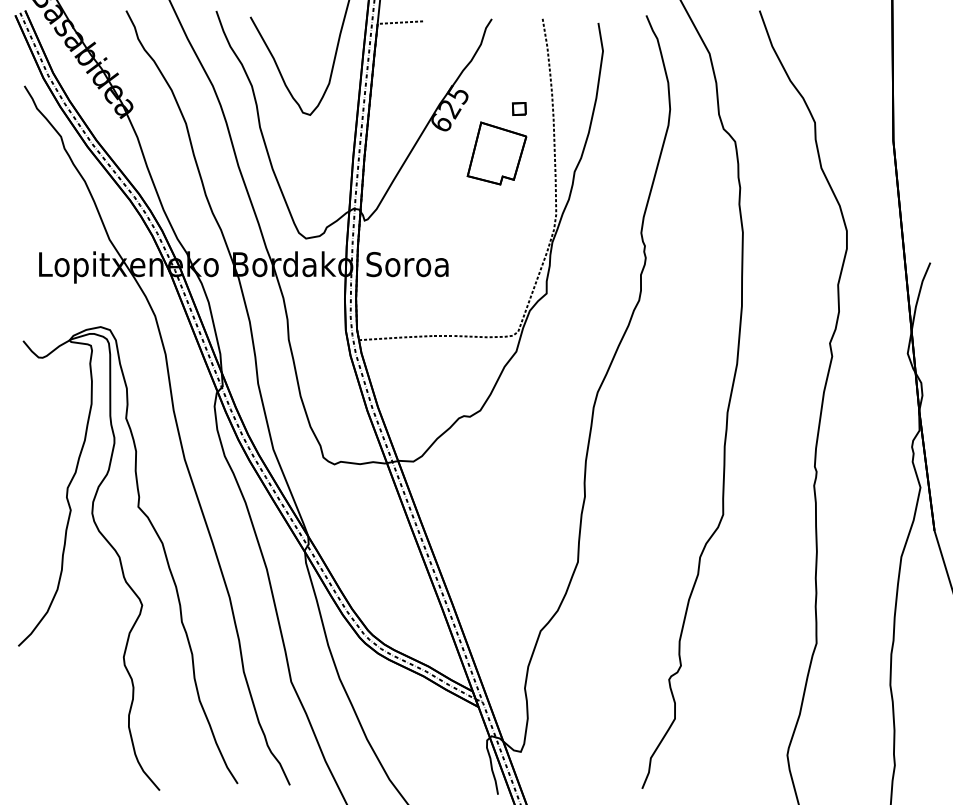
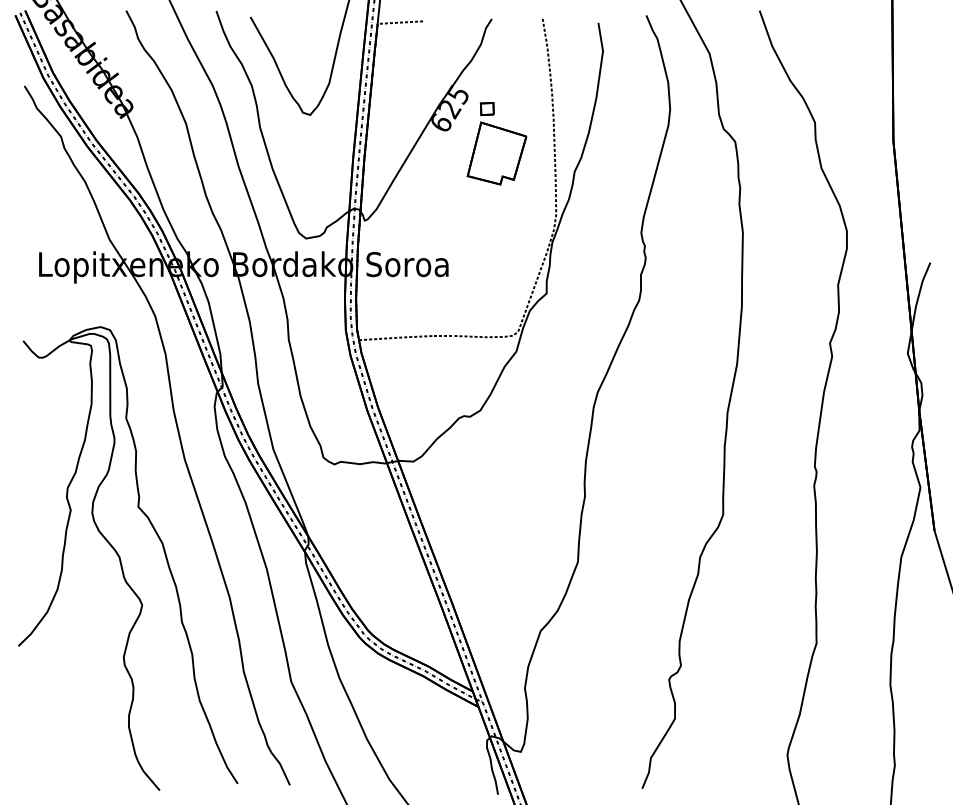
part at (519, 108) position: (519, 108) -> (487, 108)
